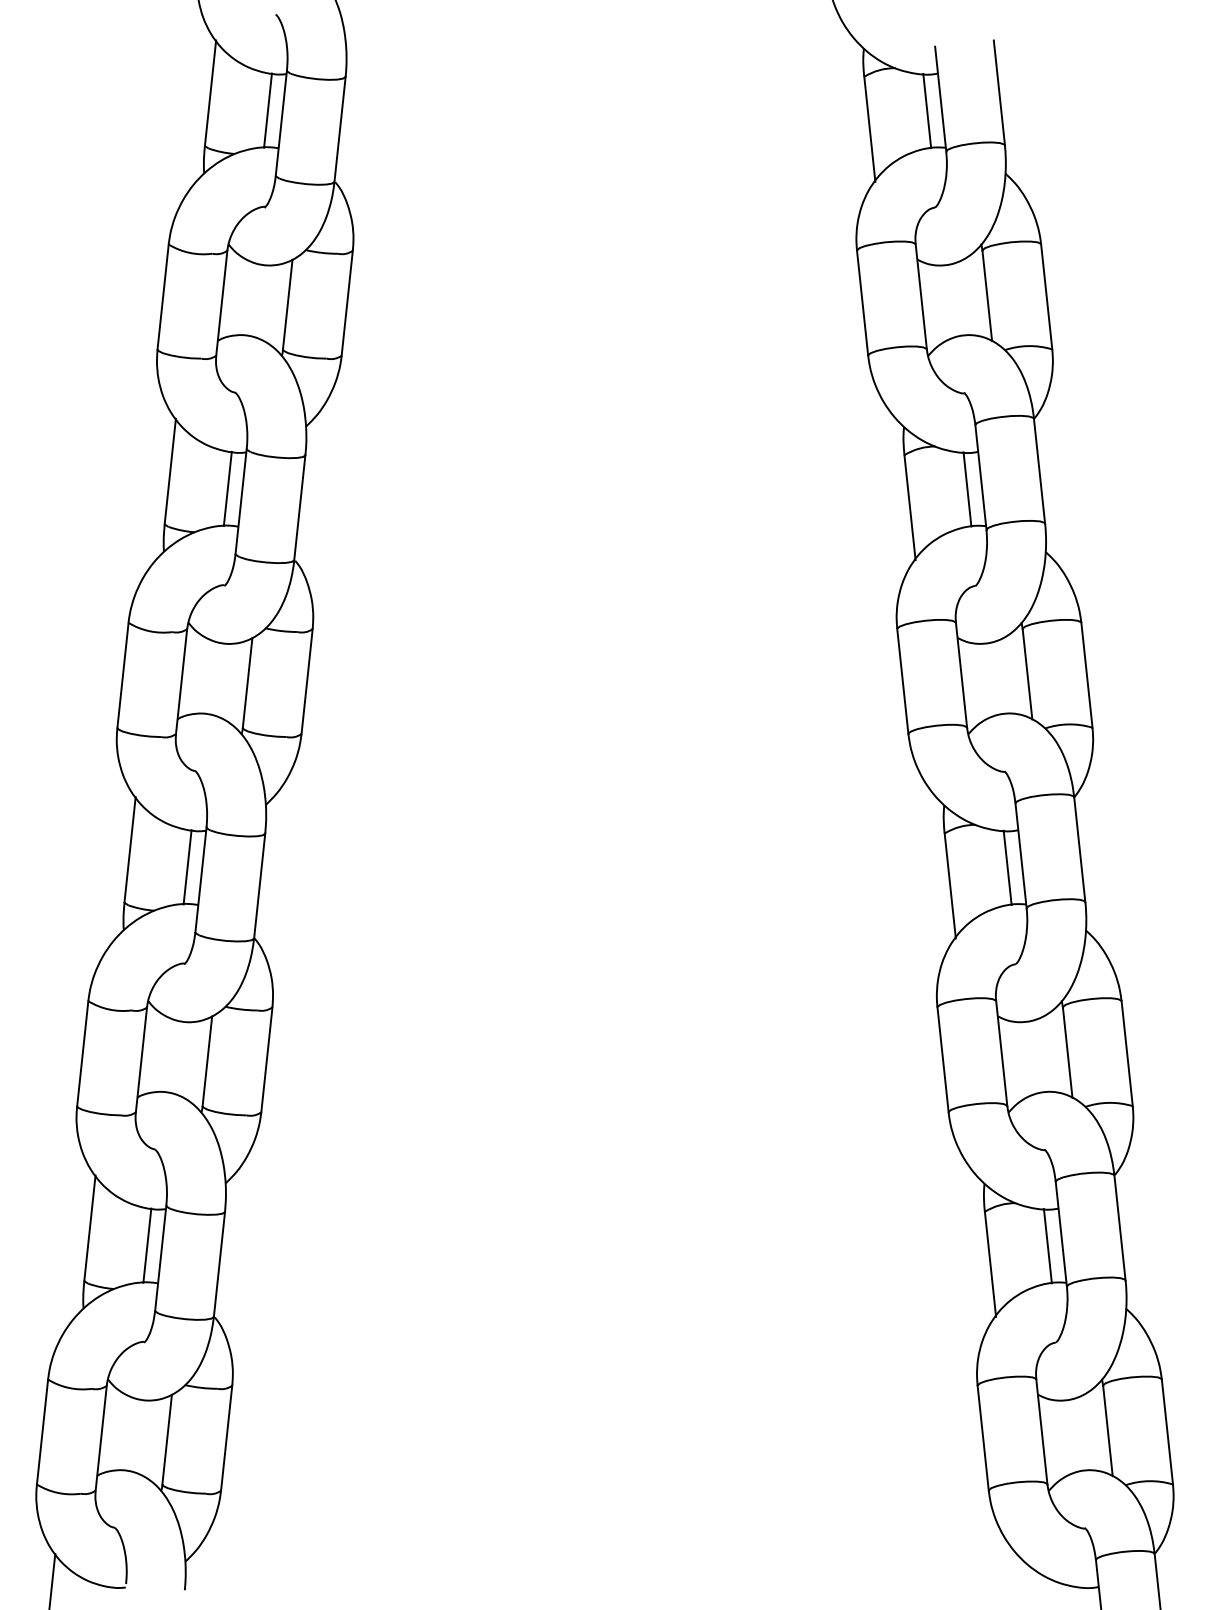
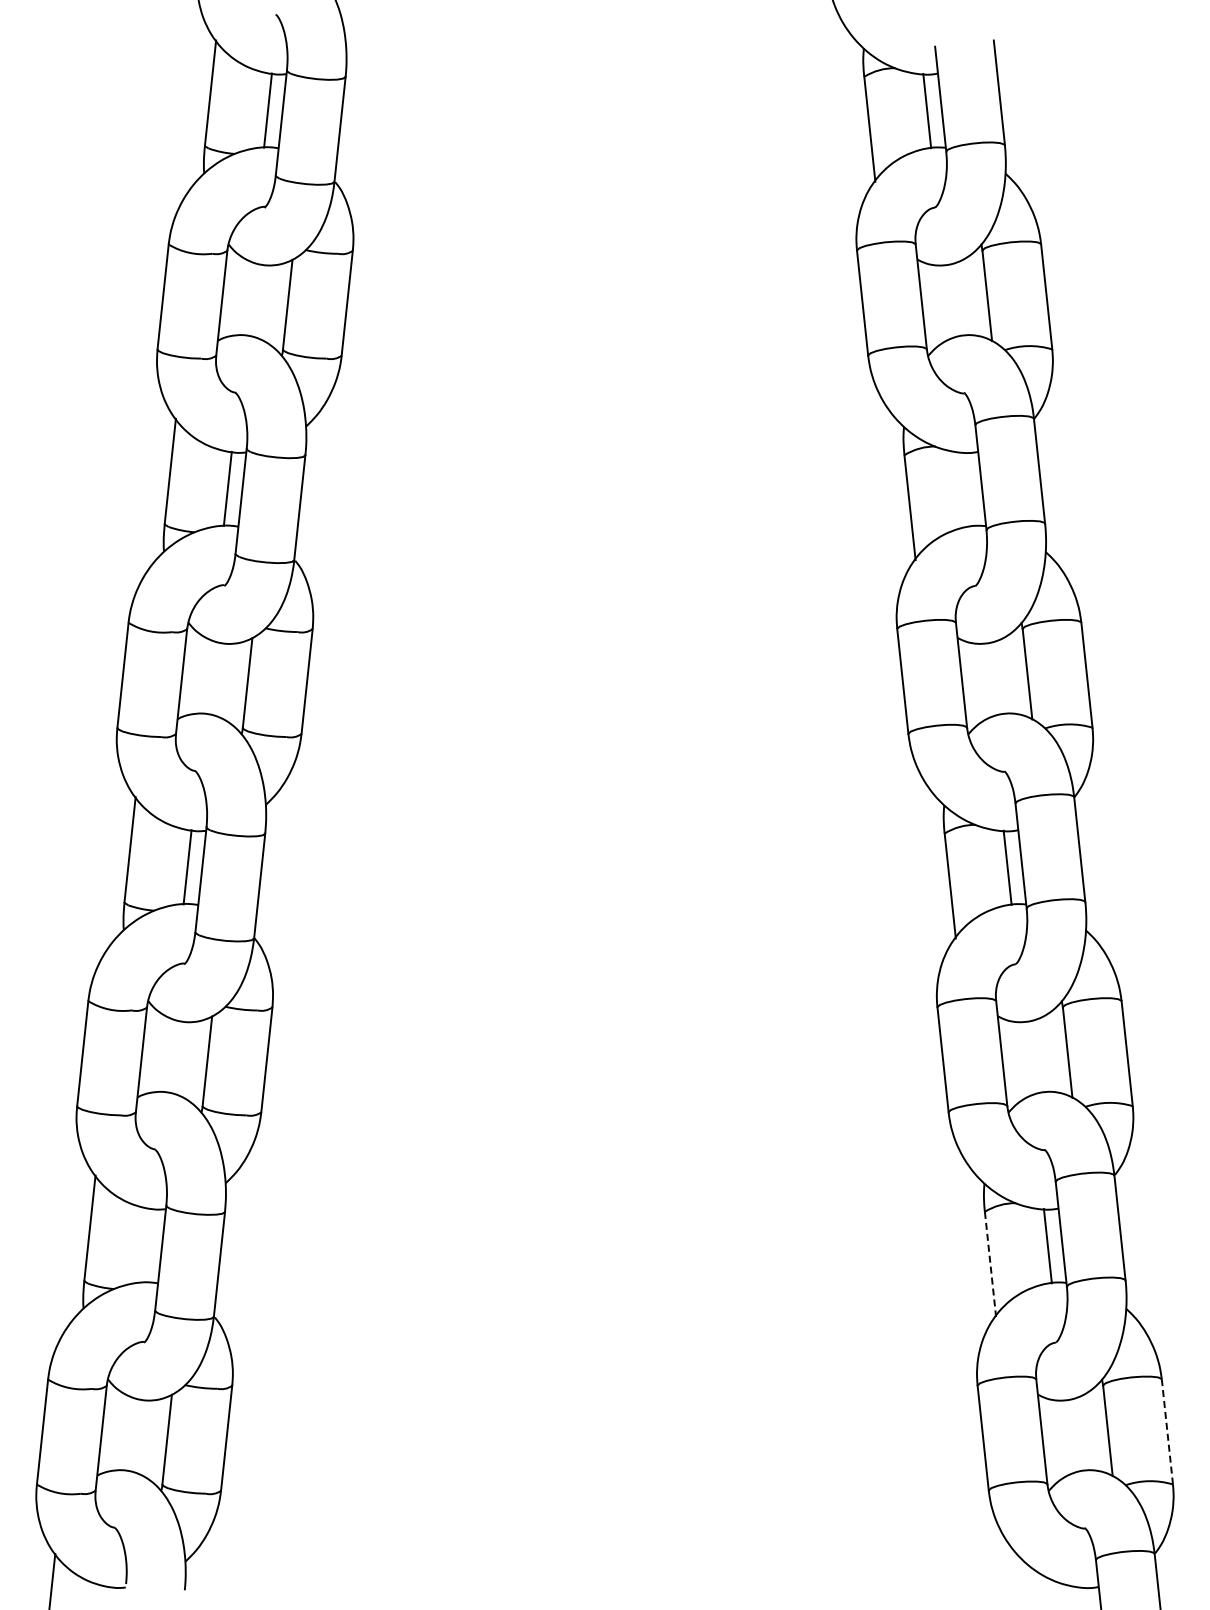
line at (967, 489): present -> none
line at (147, 1245): present -> none
line at (990, 1264): solid -> dashed
line at (1167, 1432): solid -> dashed
